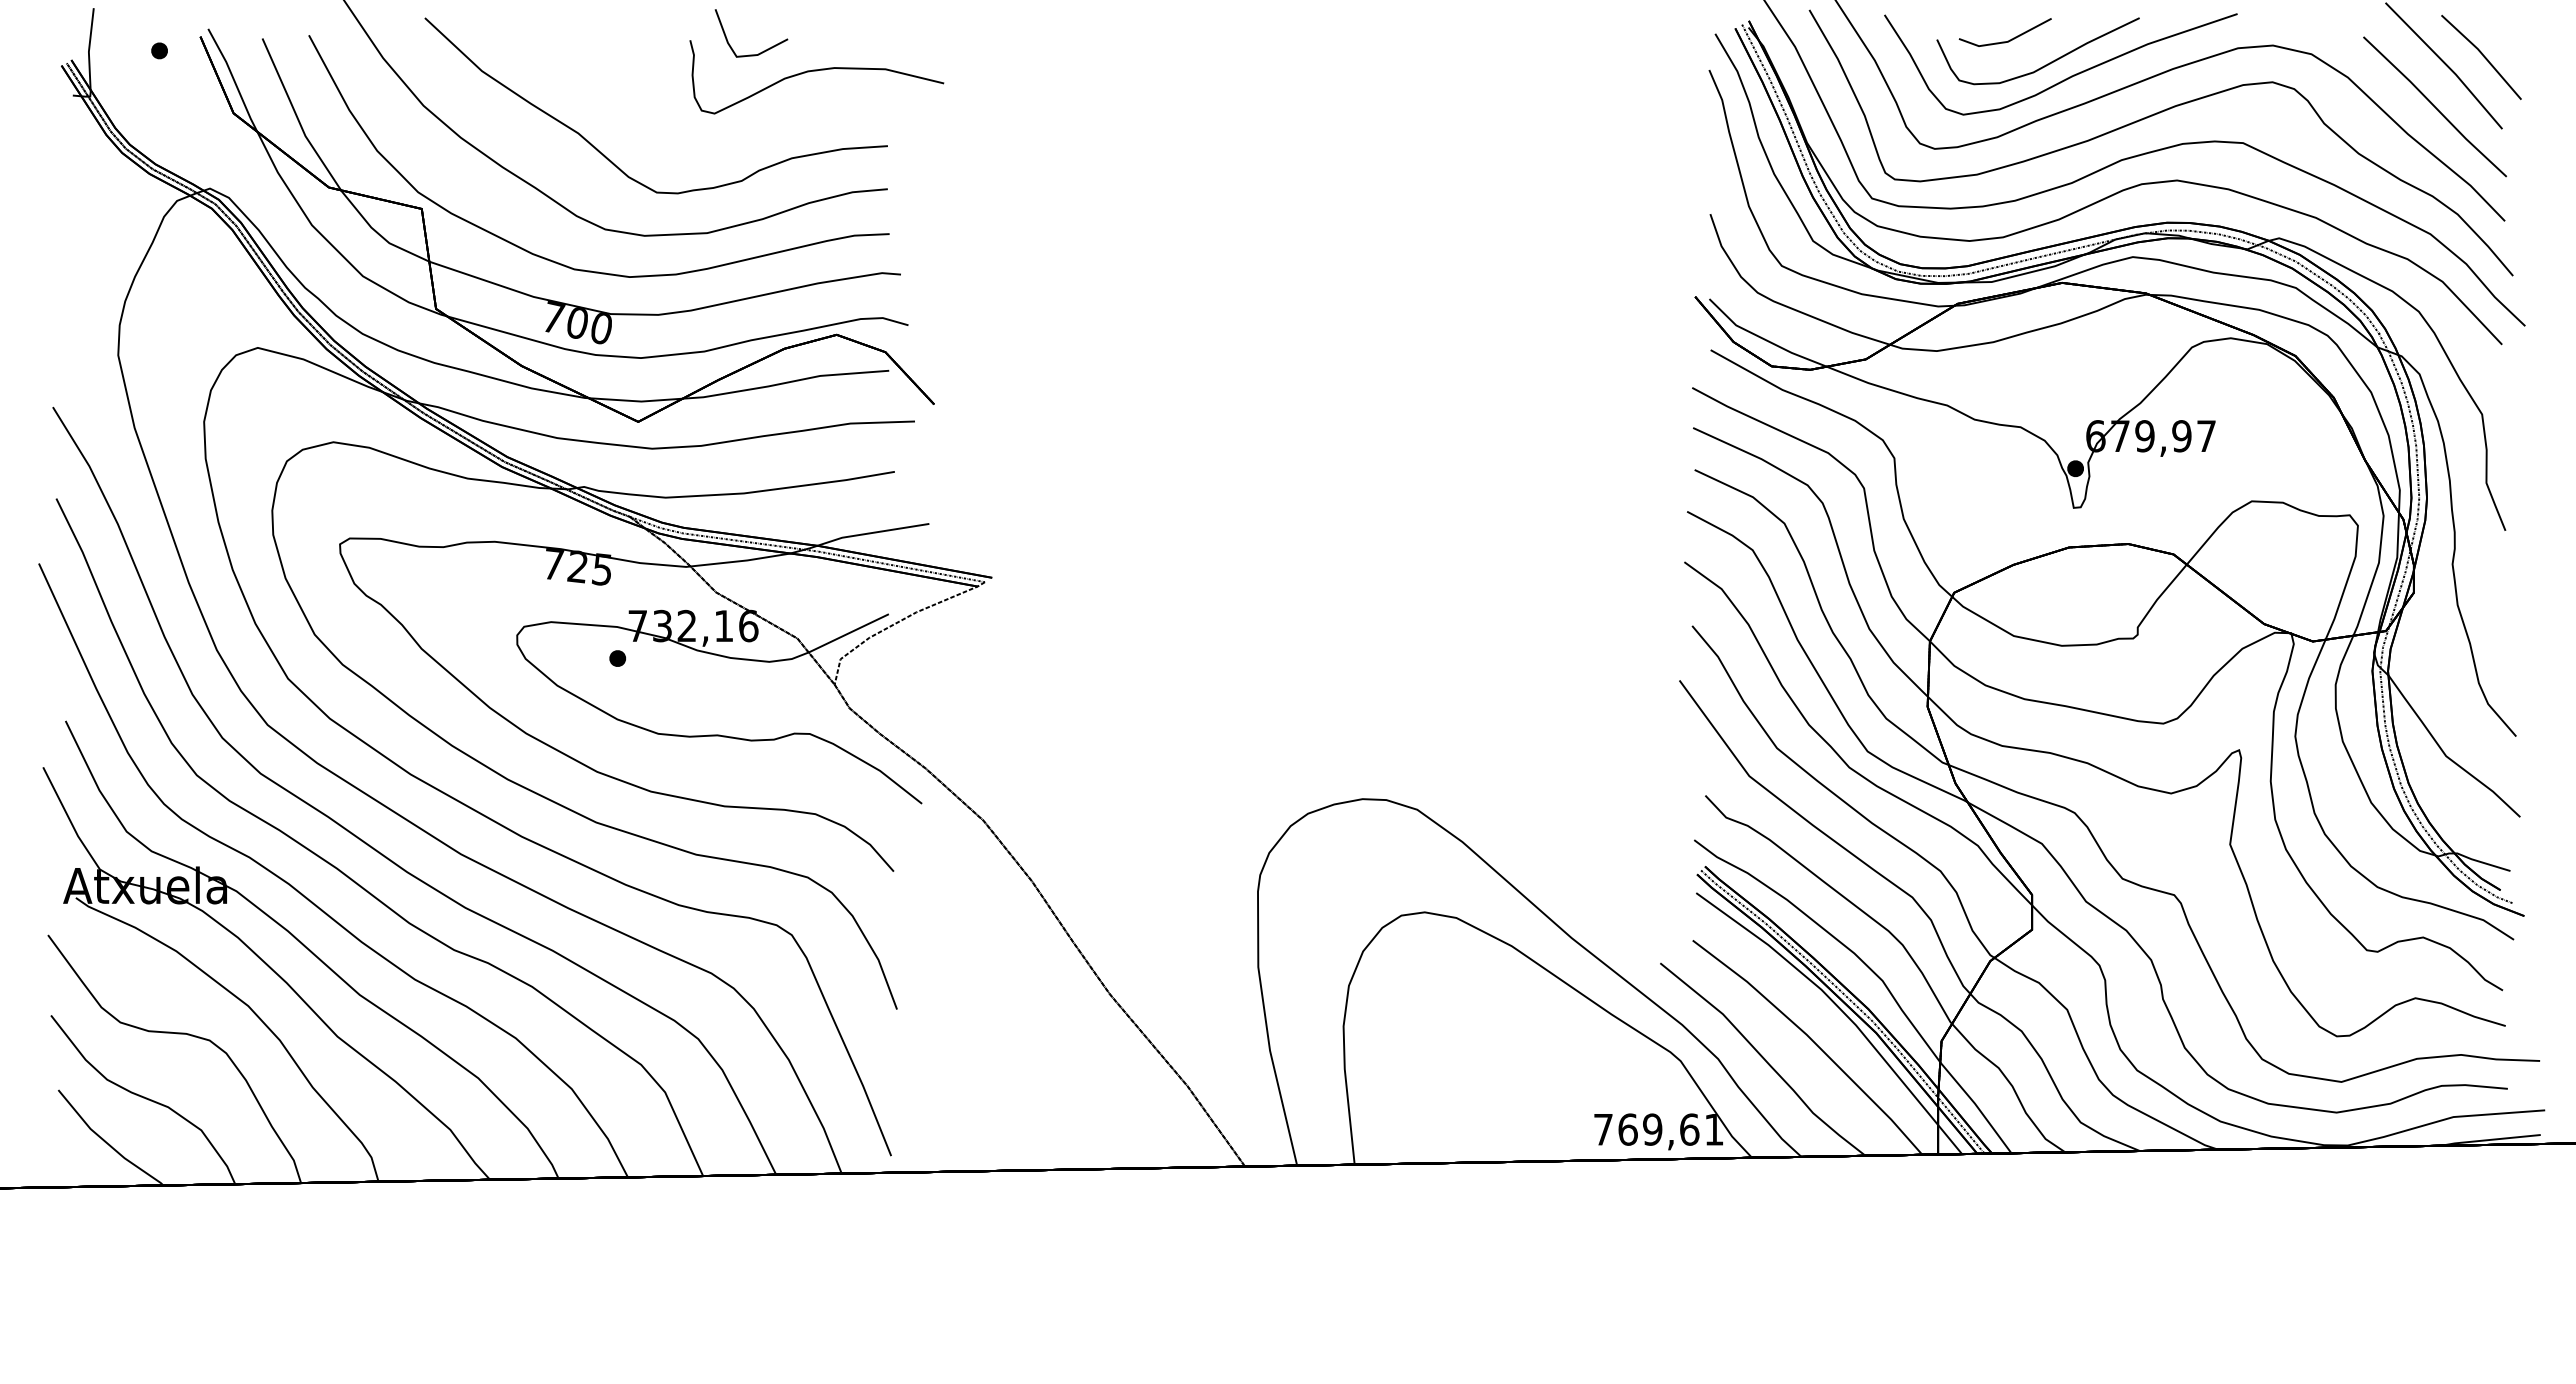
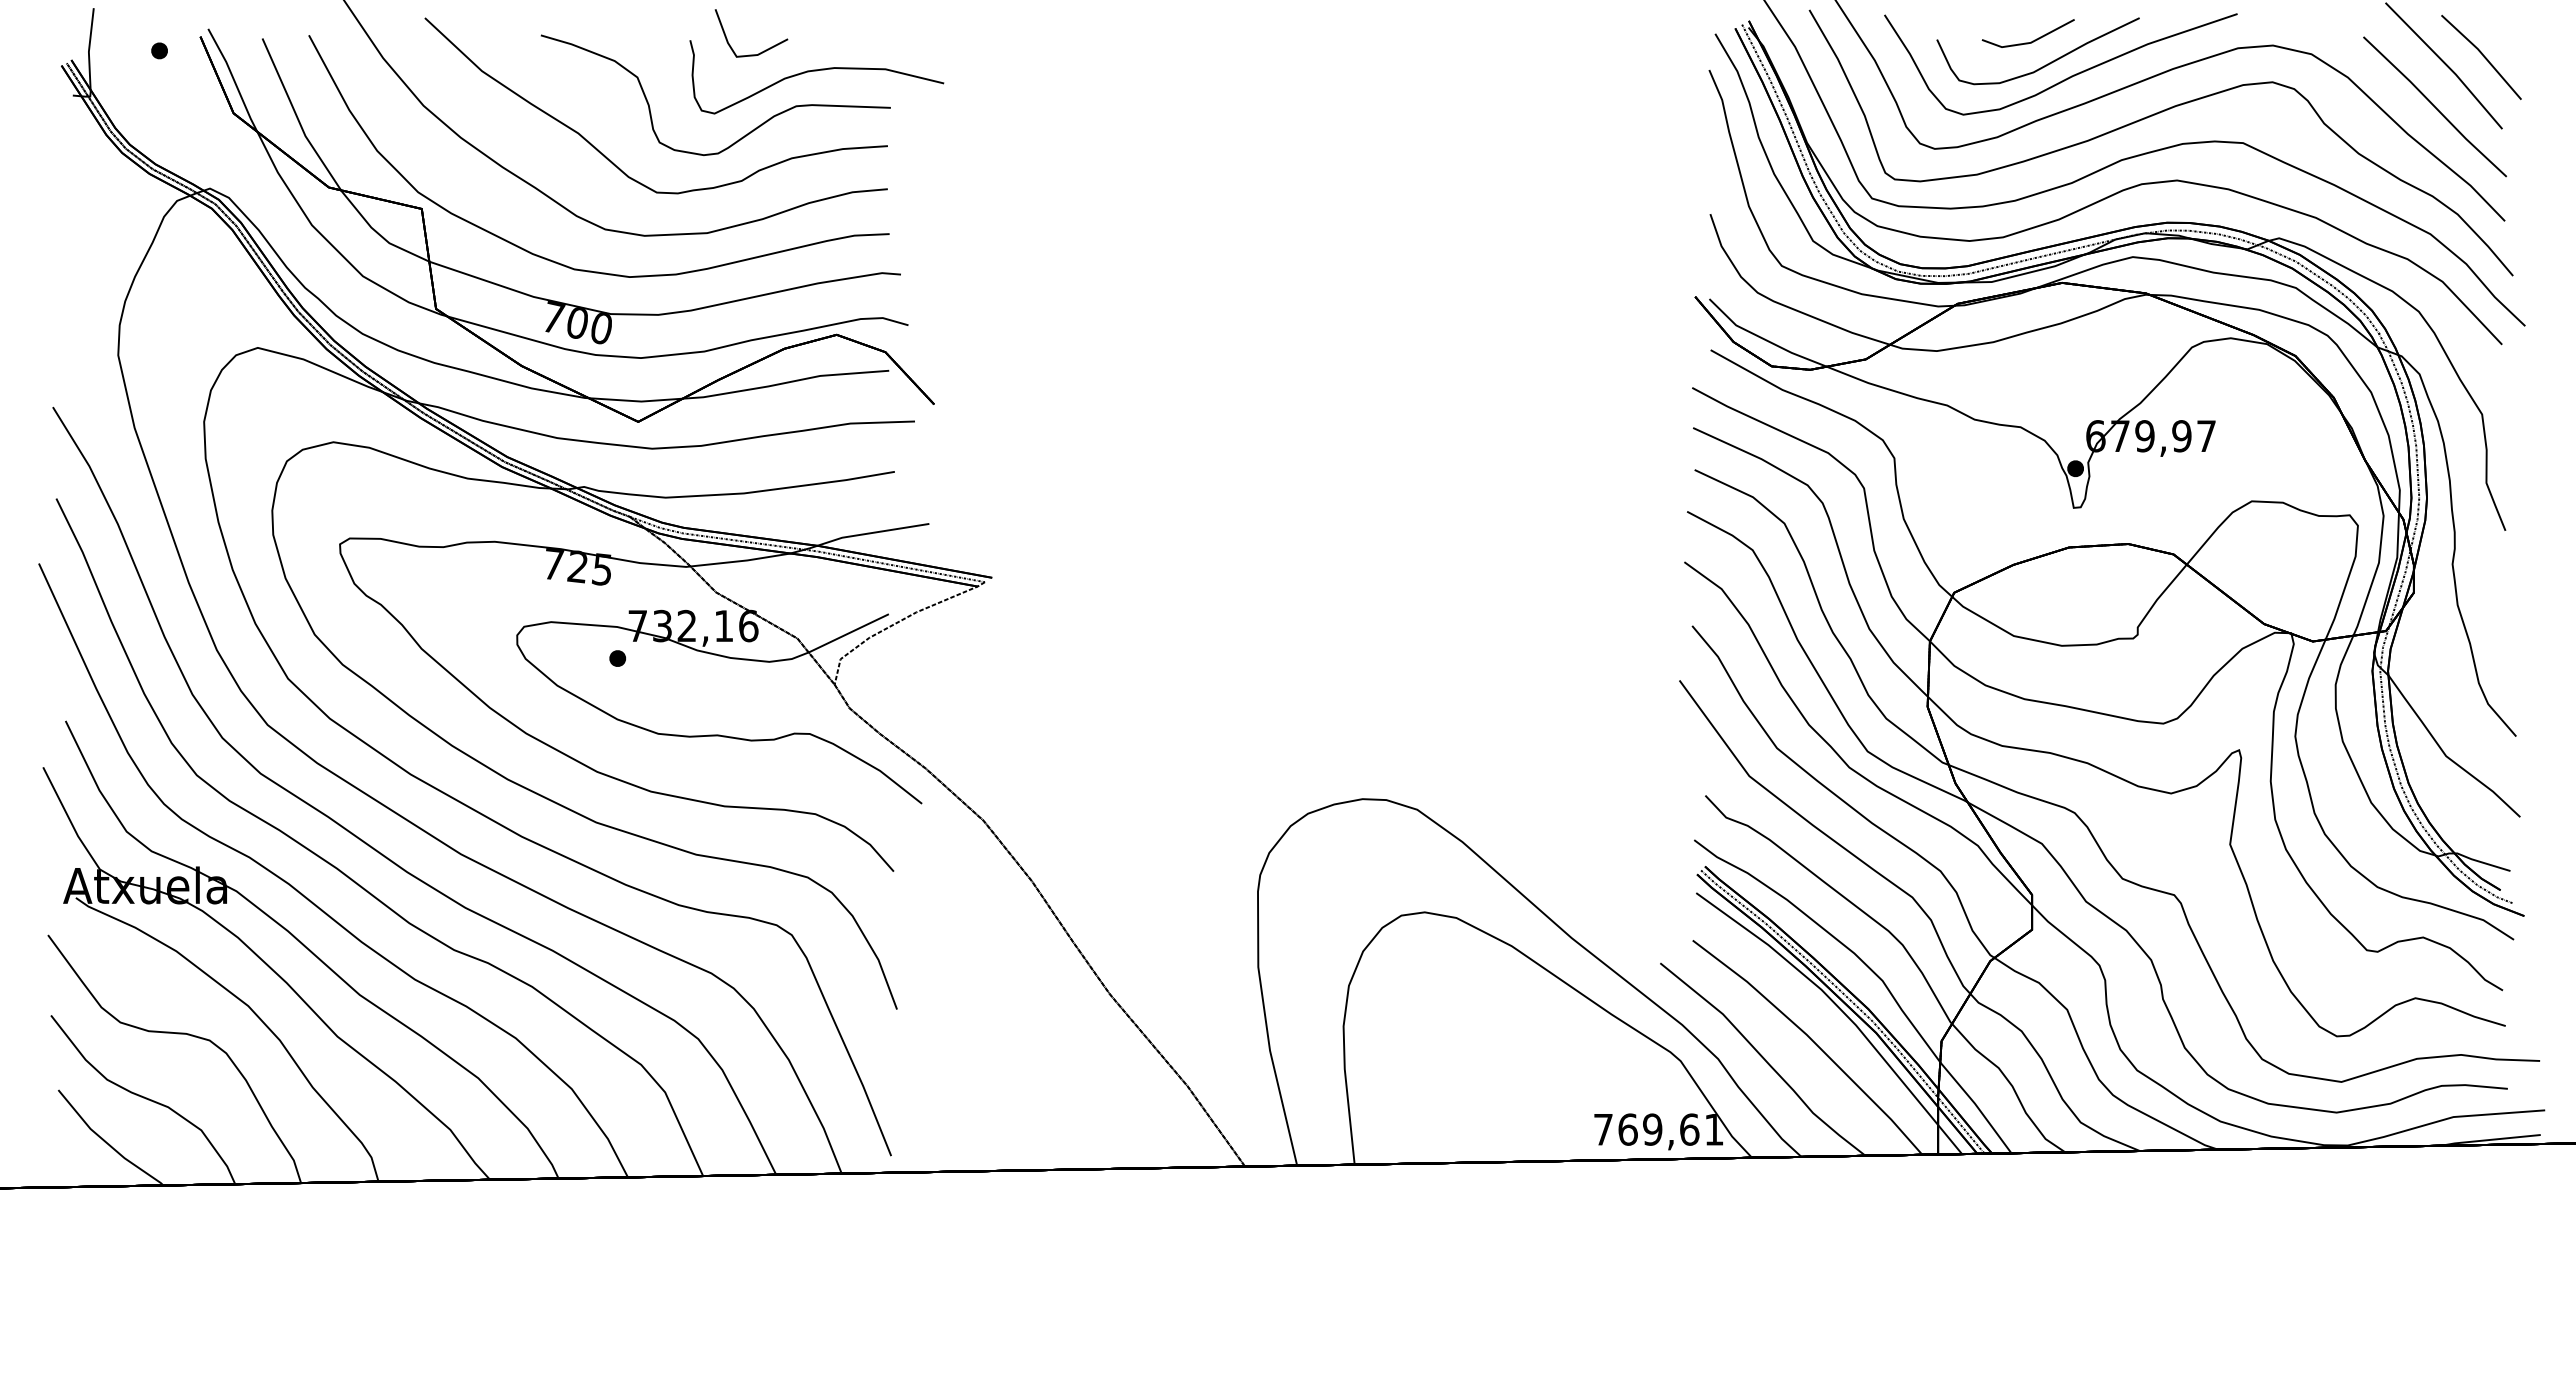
line at (2009, 39) position: (2009, 39) -> (2032, 40)
curve at (742, 136): none -> present
